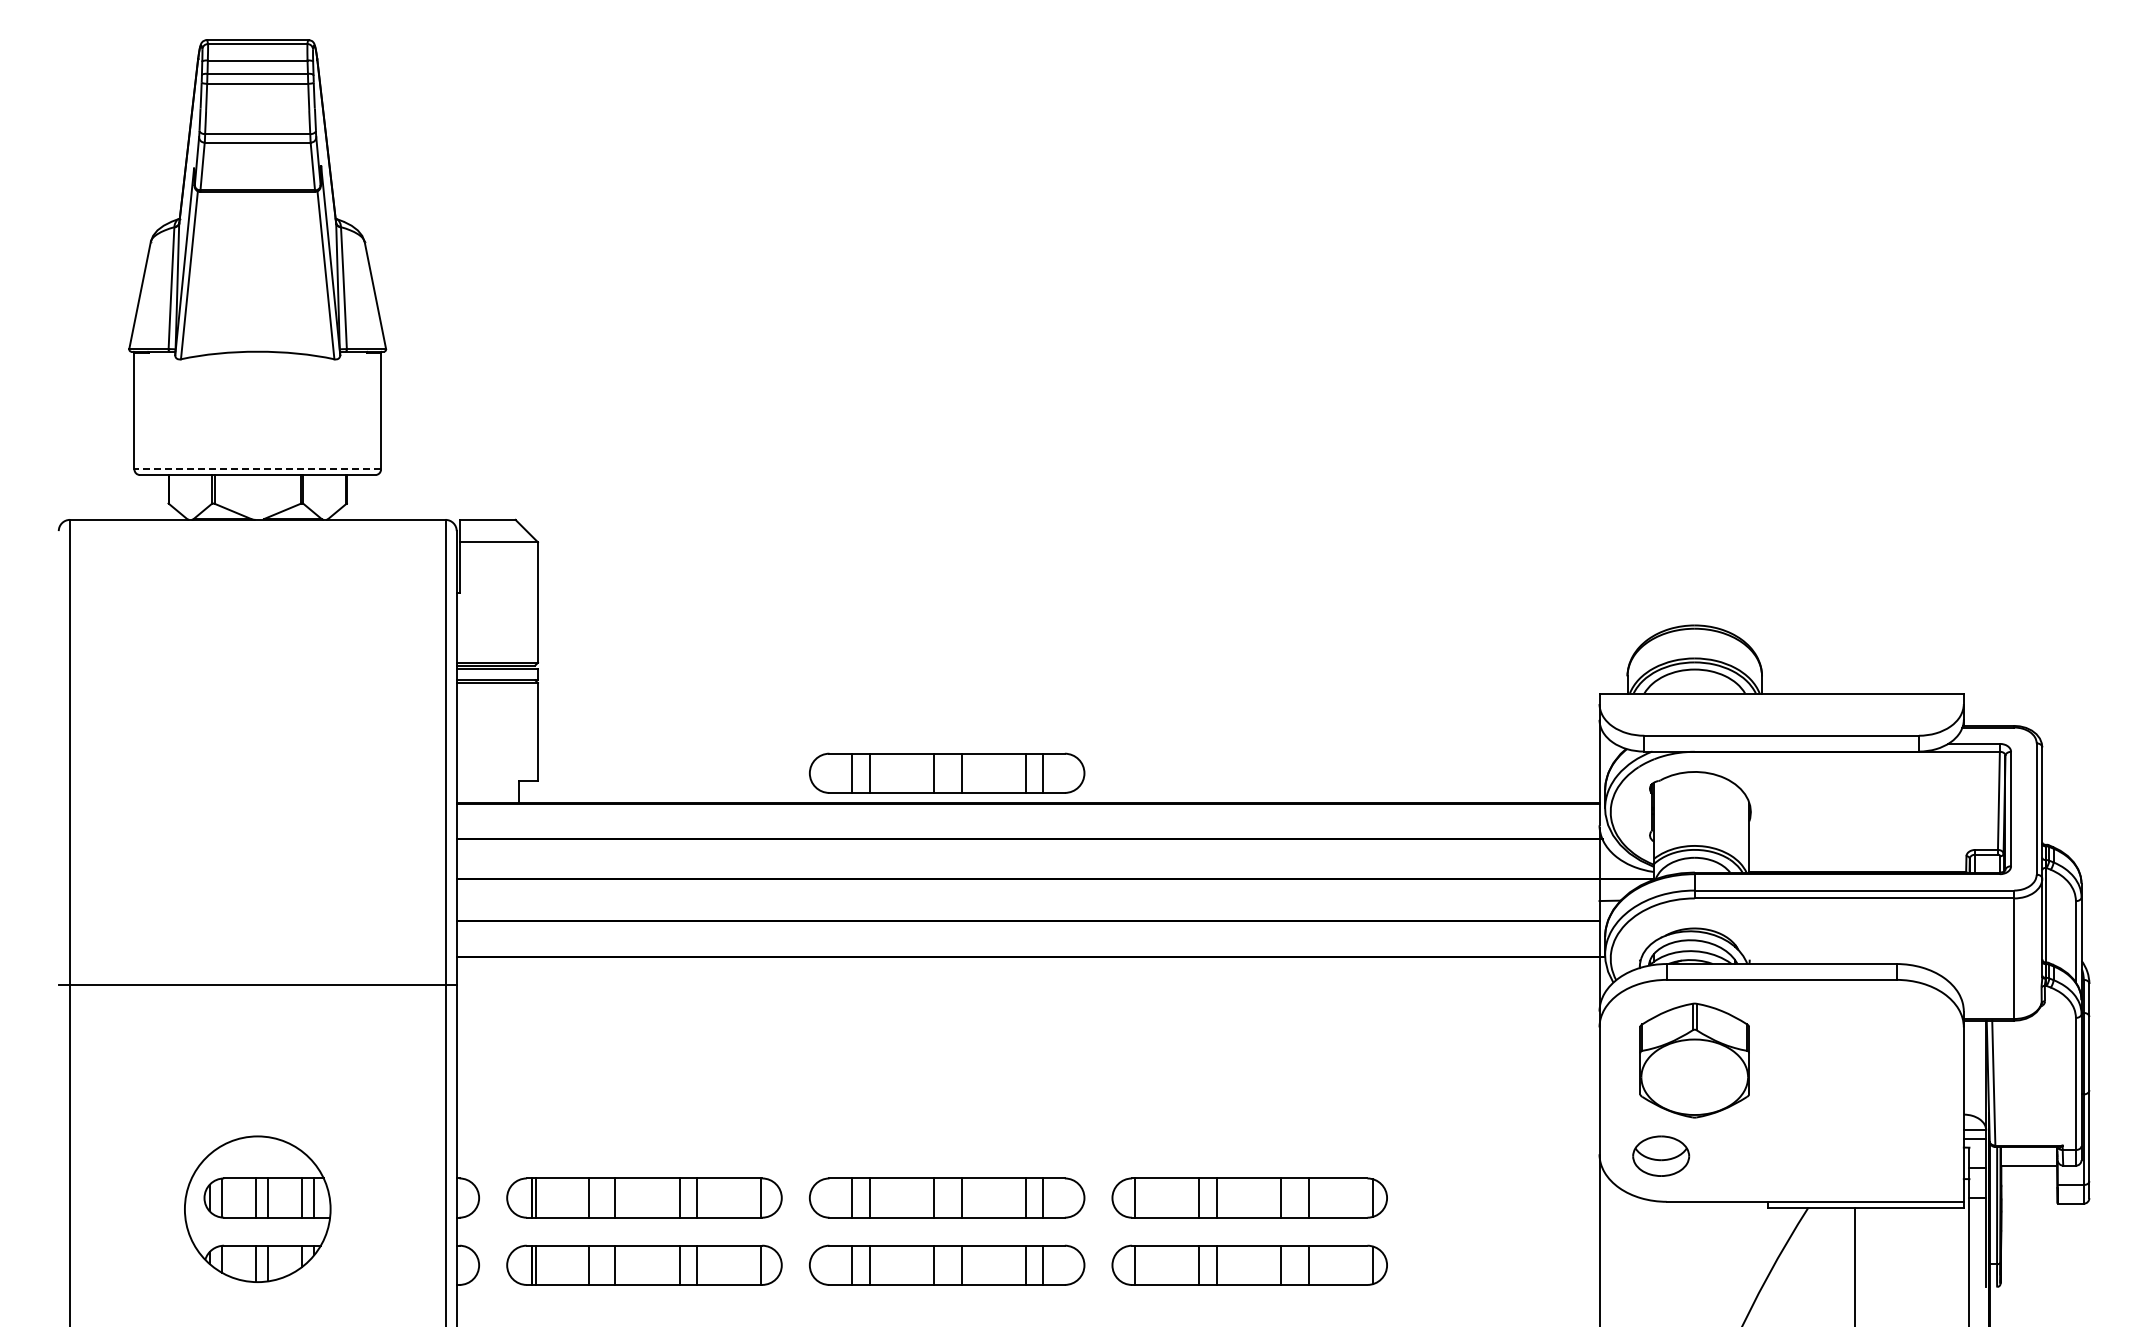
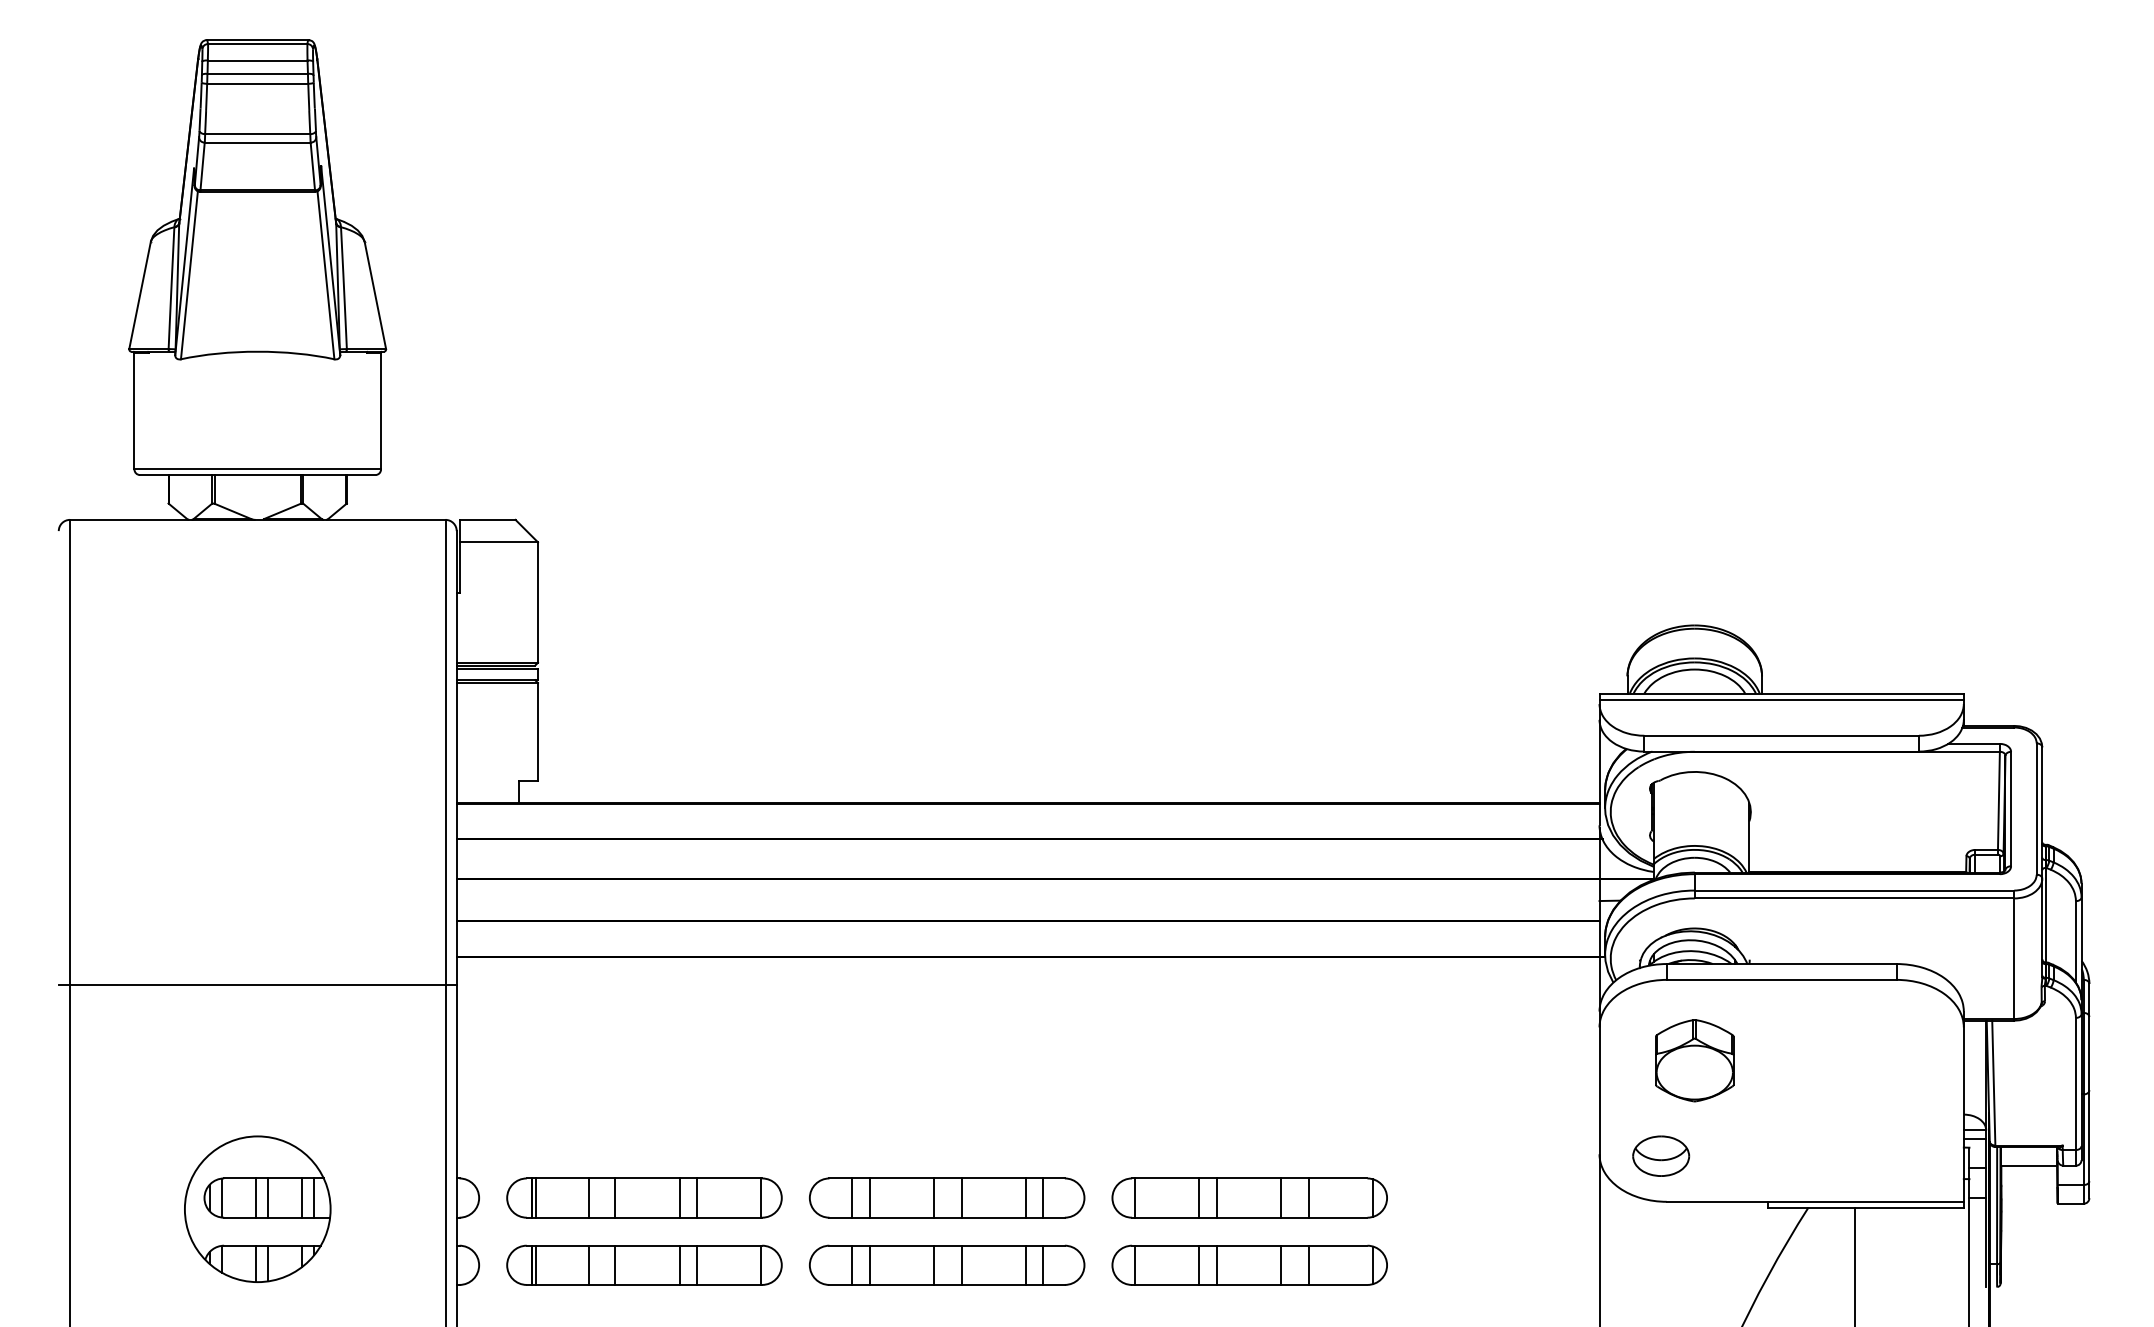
line at (257, 469): dashed -> solid
line at (1781, 700): none -> present
part at (947, 772): present -> none
part at (1694, 1060) size: 111x117 px -> 80x84 px
